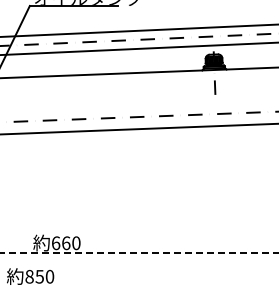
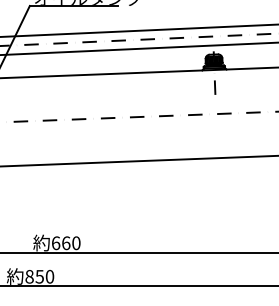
line at (138, 128) position: (138, 128) -> (138, 160)
line at (138, 252): dashed -> solid
line at (138, 286): none -> present
